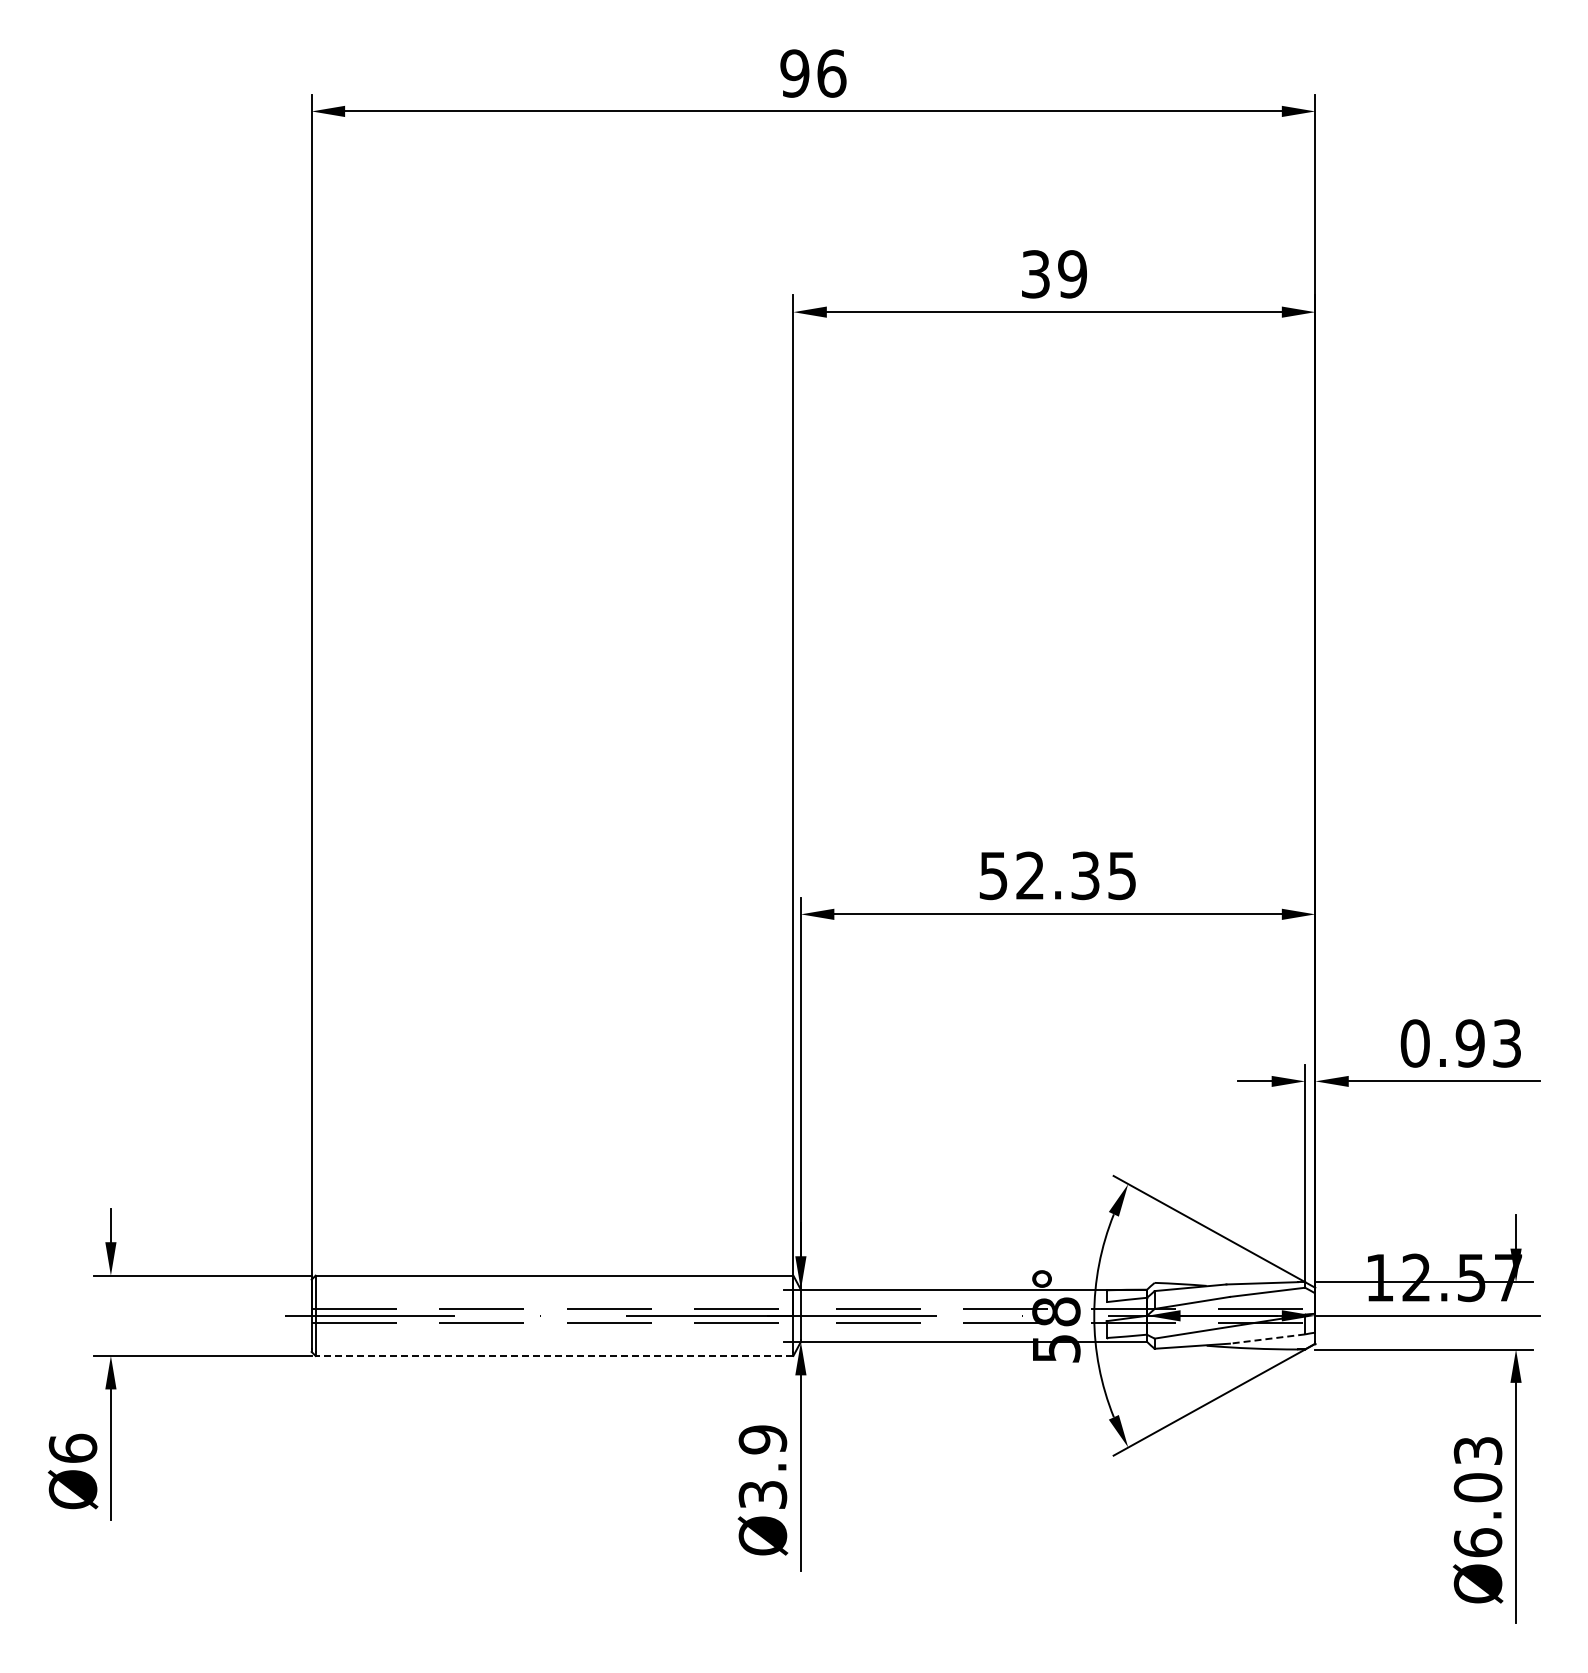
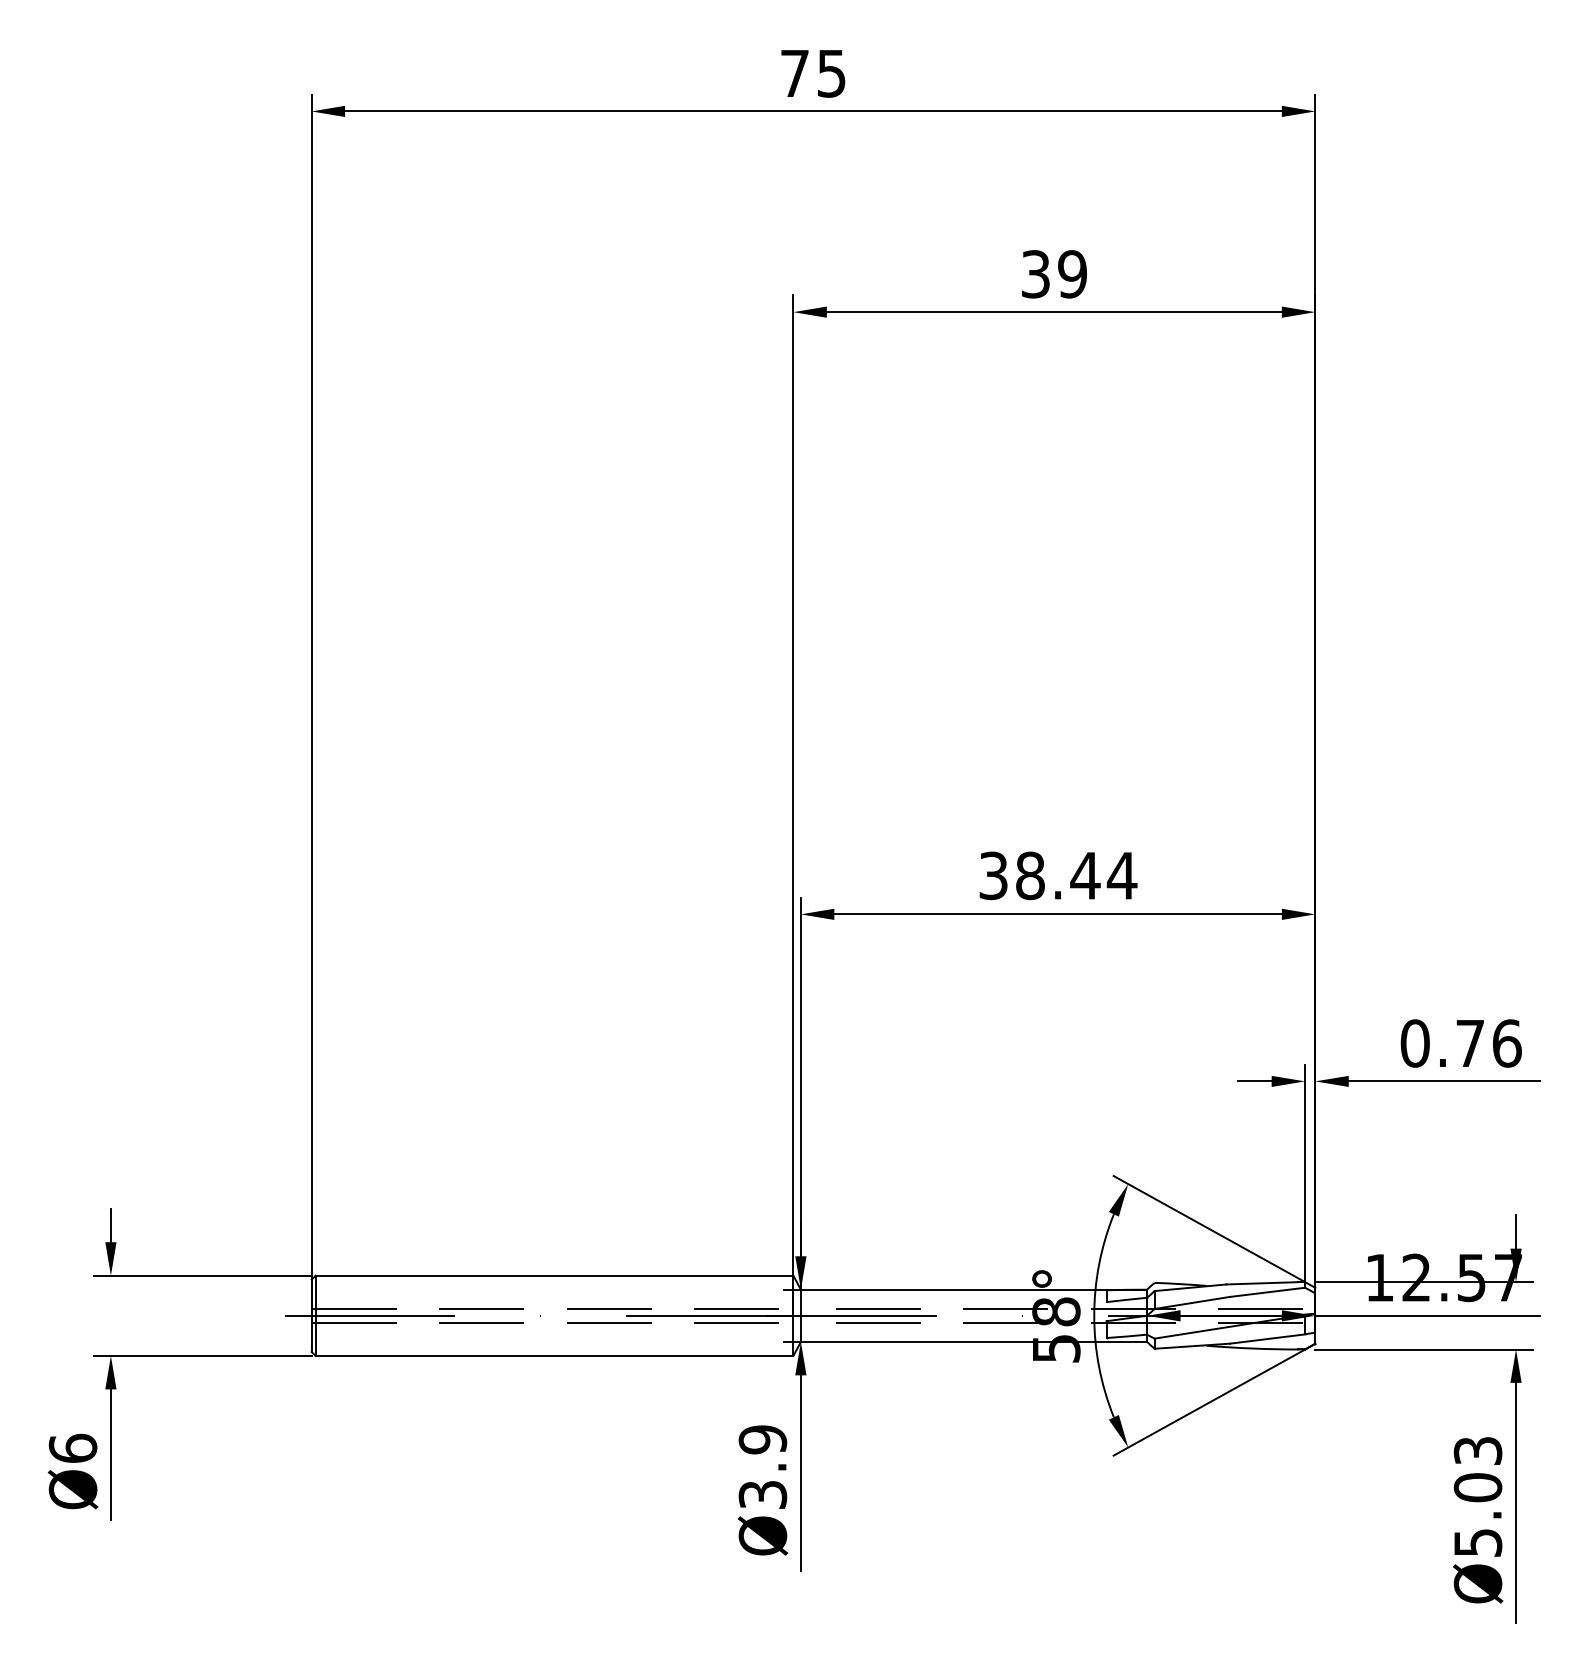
text at (813, 73): 96 -> 75
text at (1058, 875): 52.35 -> 38.44
text at (1488, 1043): 0.93 -> 0.76
line at (1267, 1339): dashed -> solid
line at (554, 1355): dashed -> solid
text at (1477, 1542): Ø6.03 -> Ø5.03
